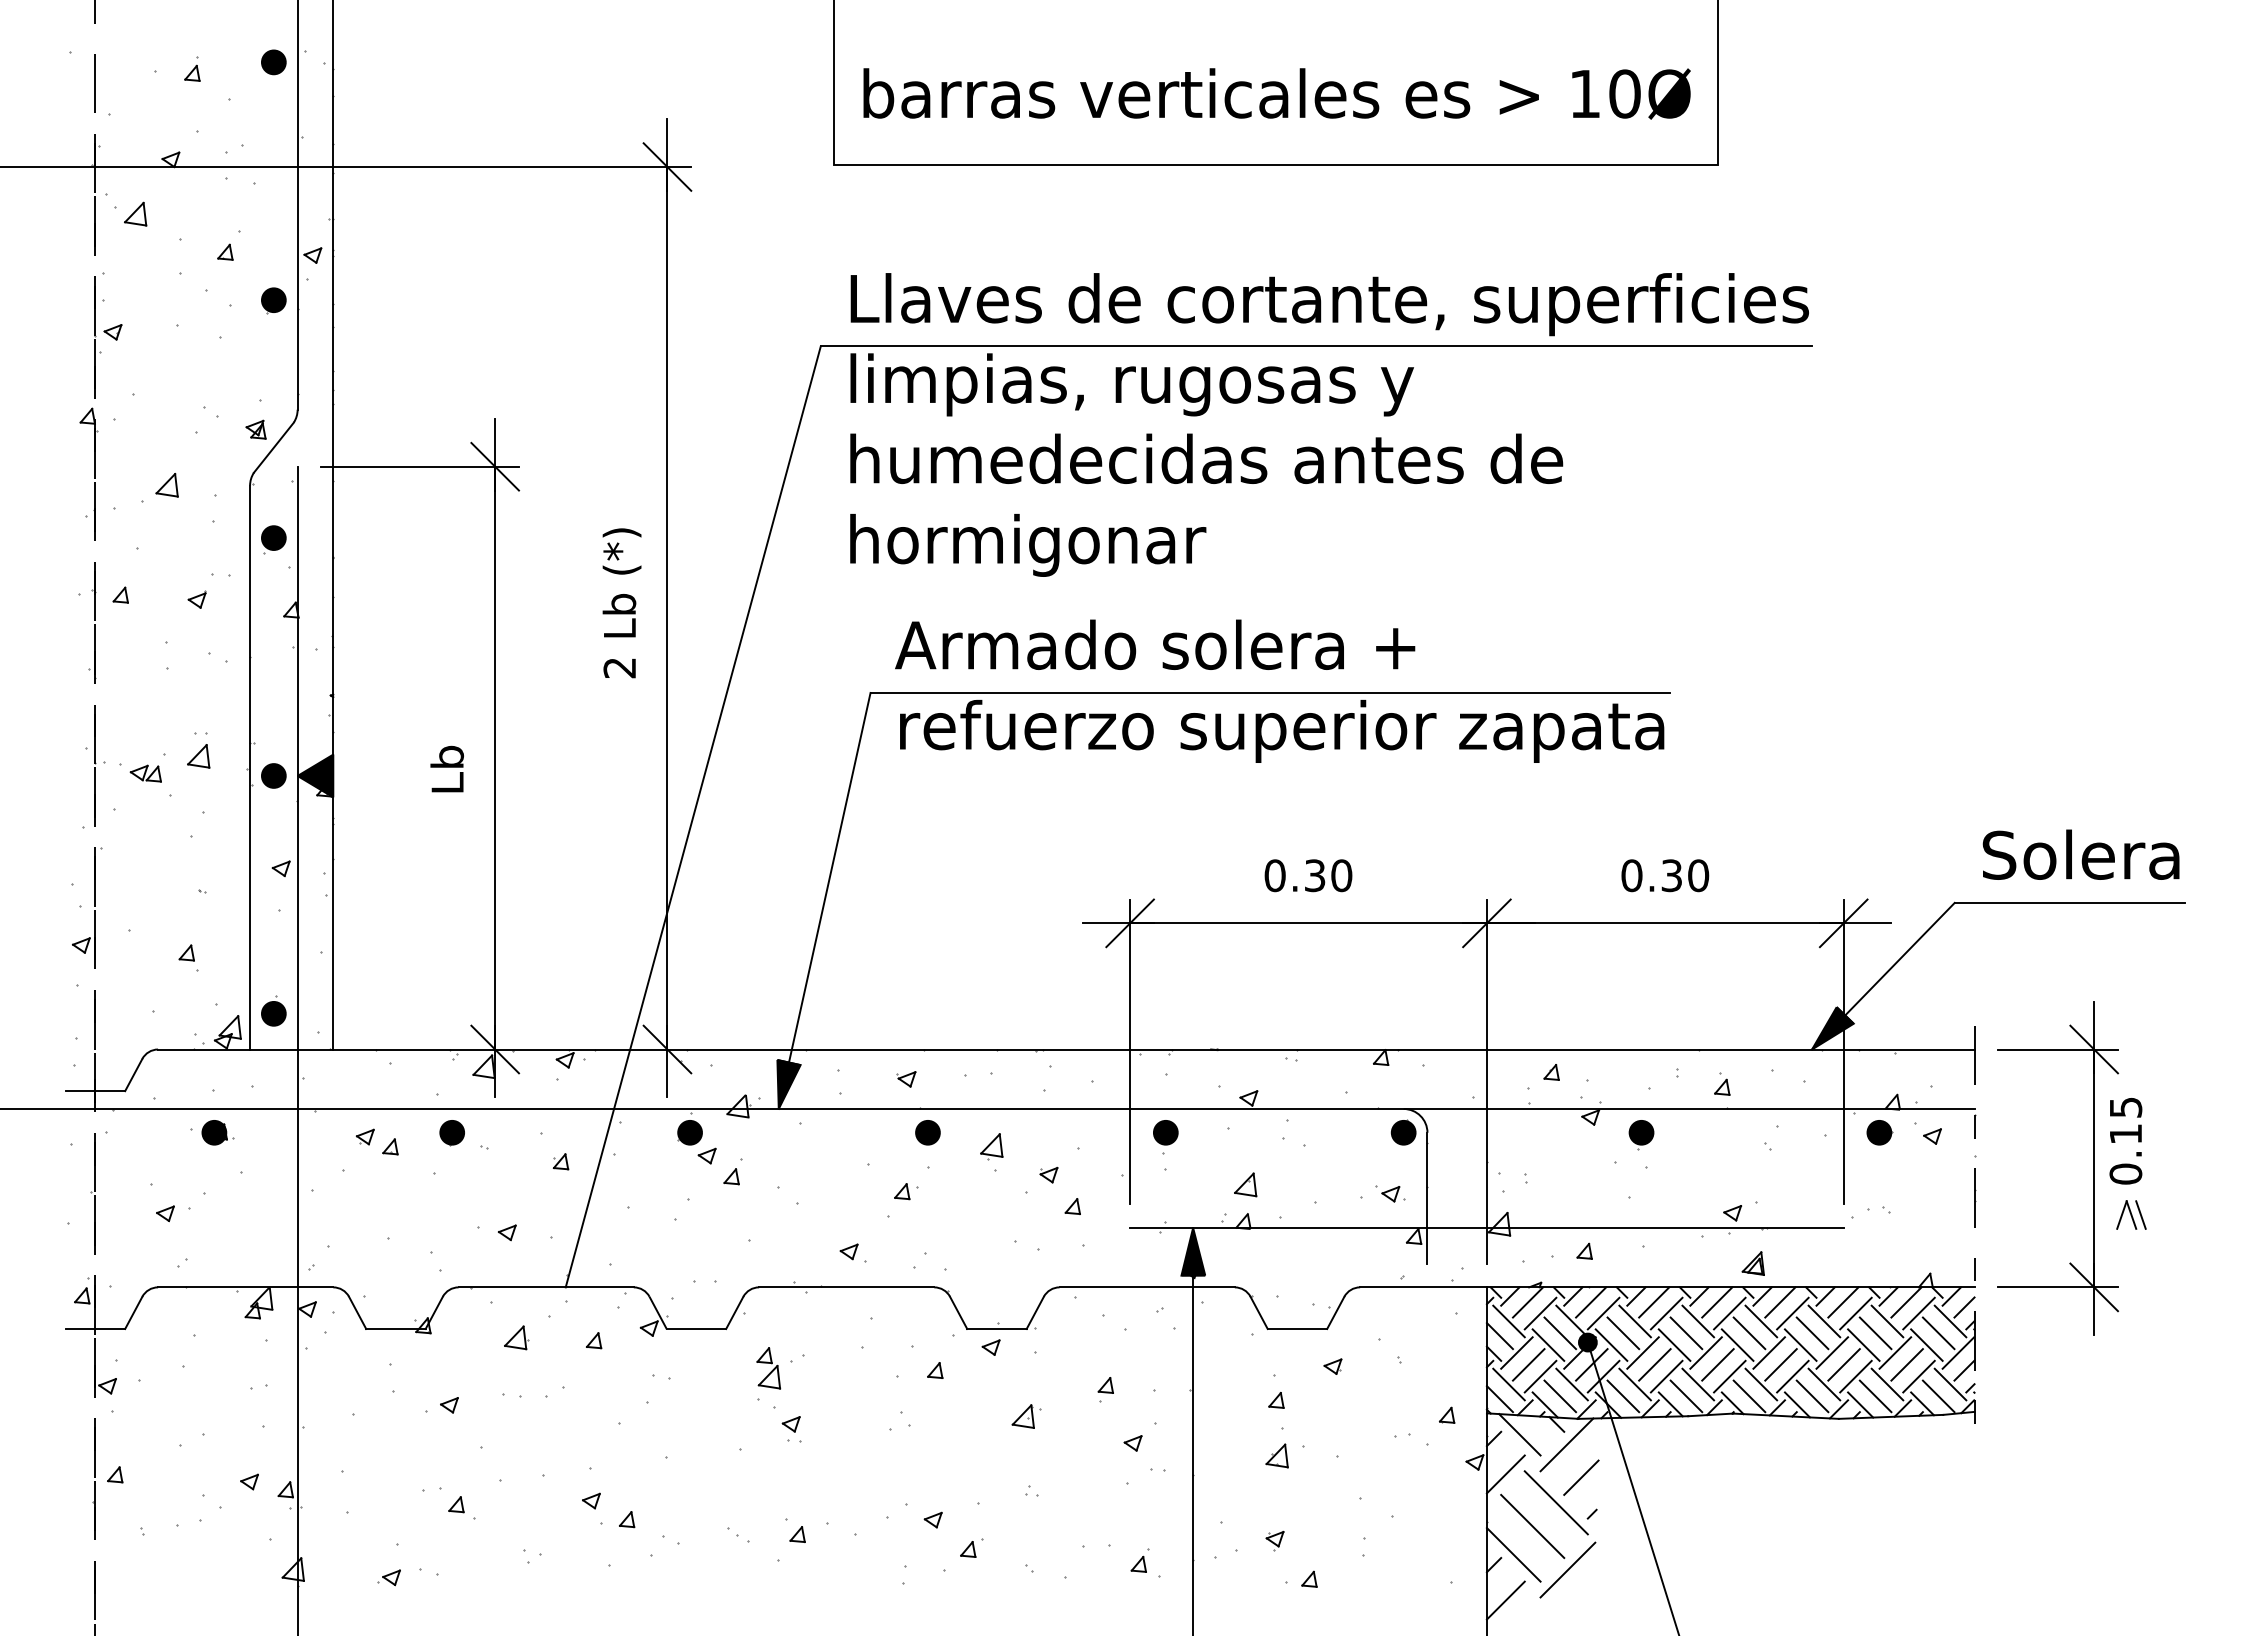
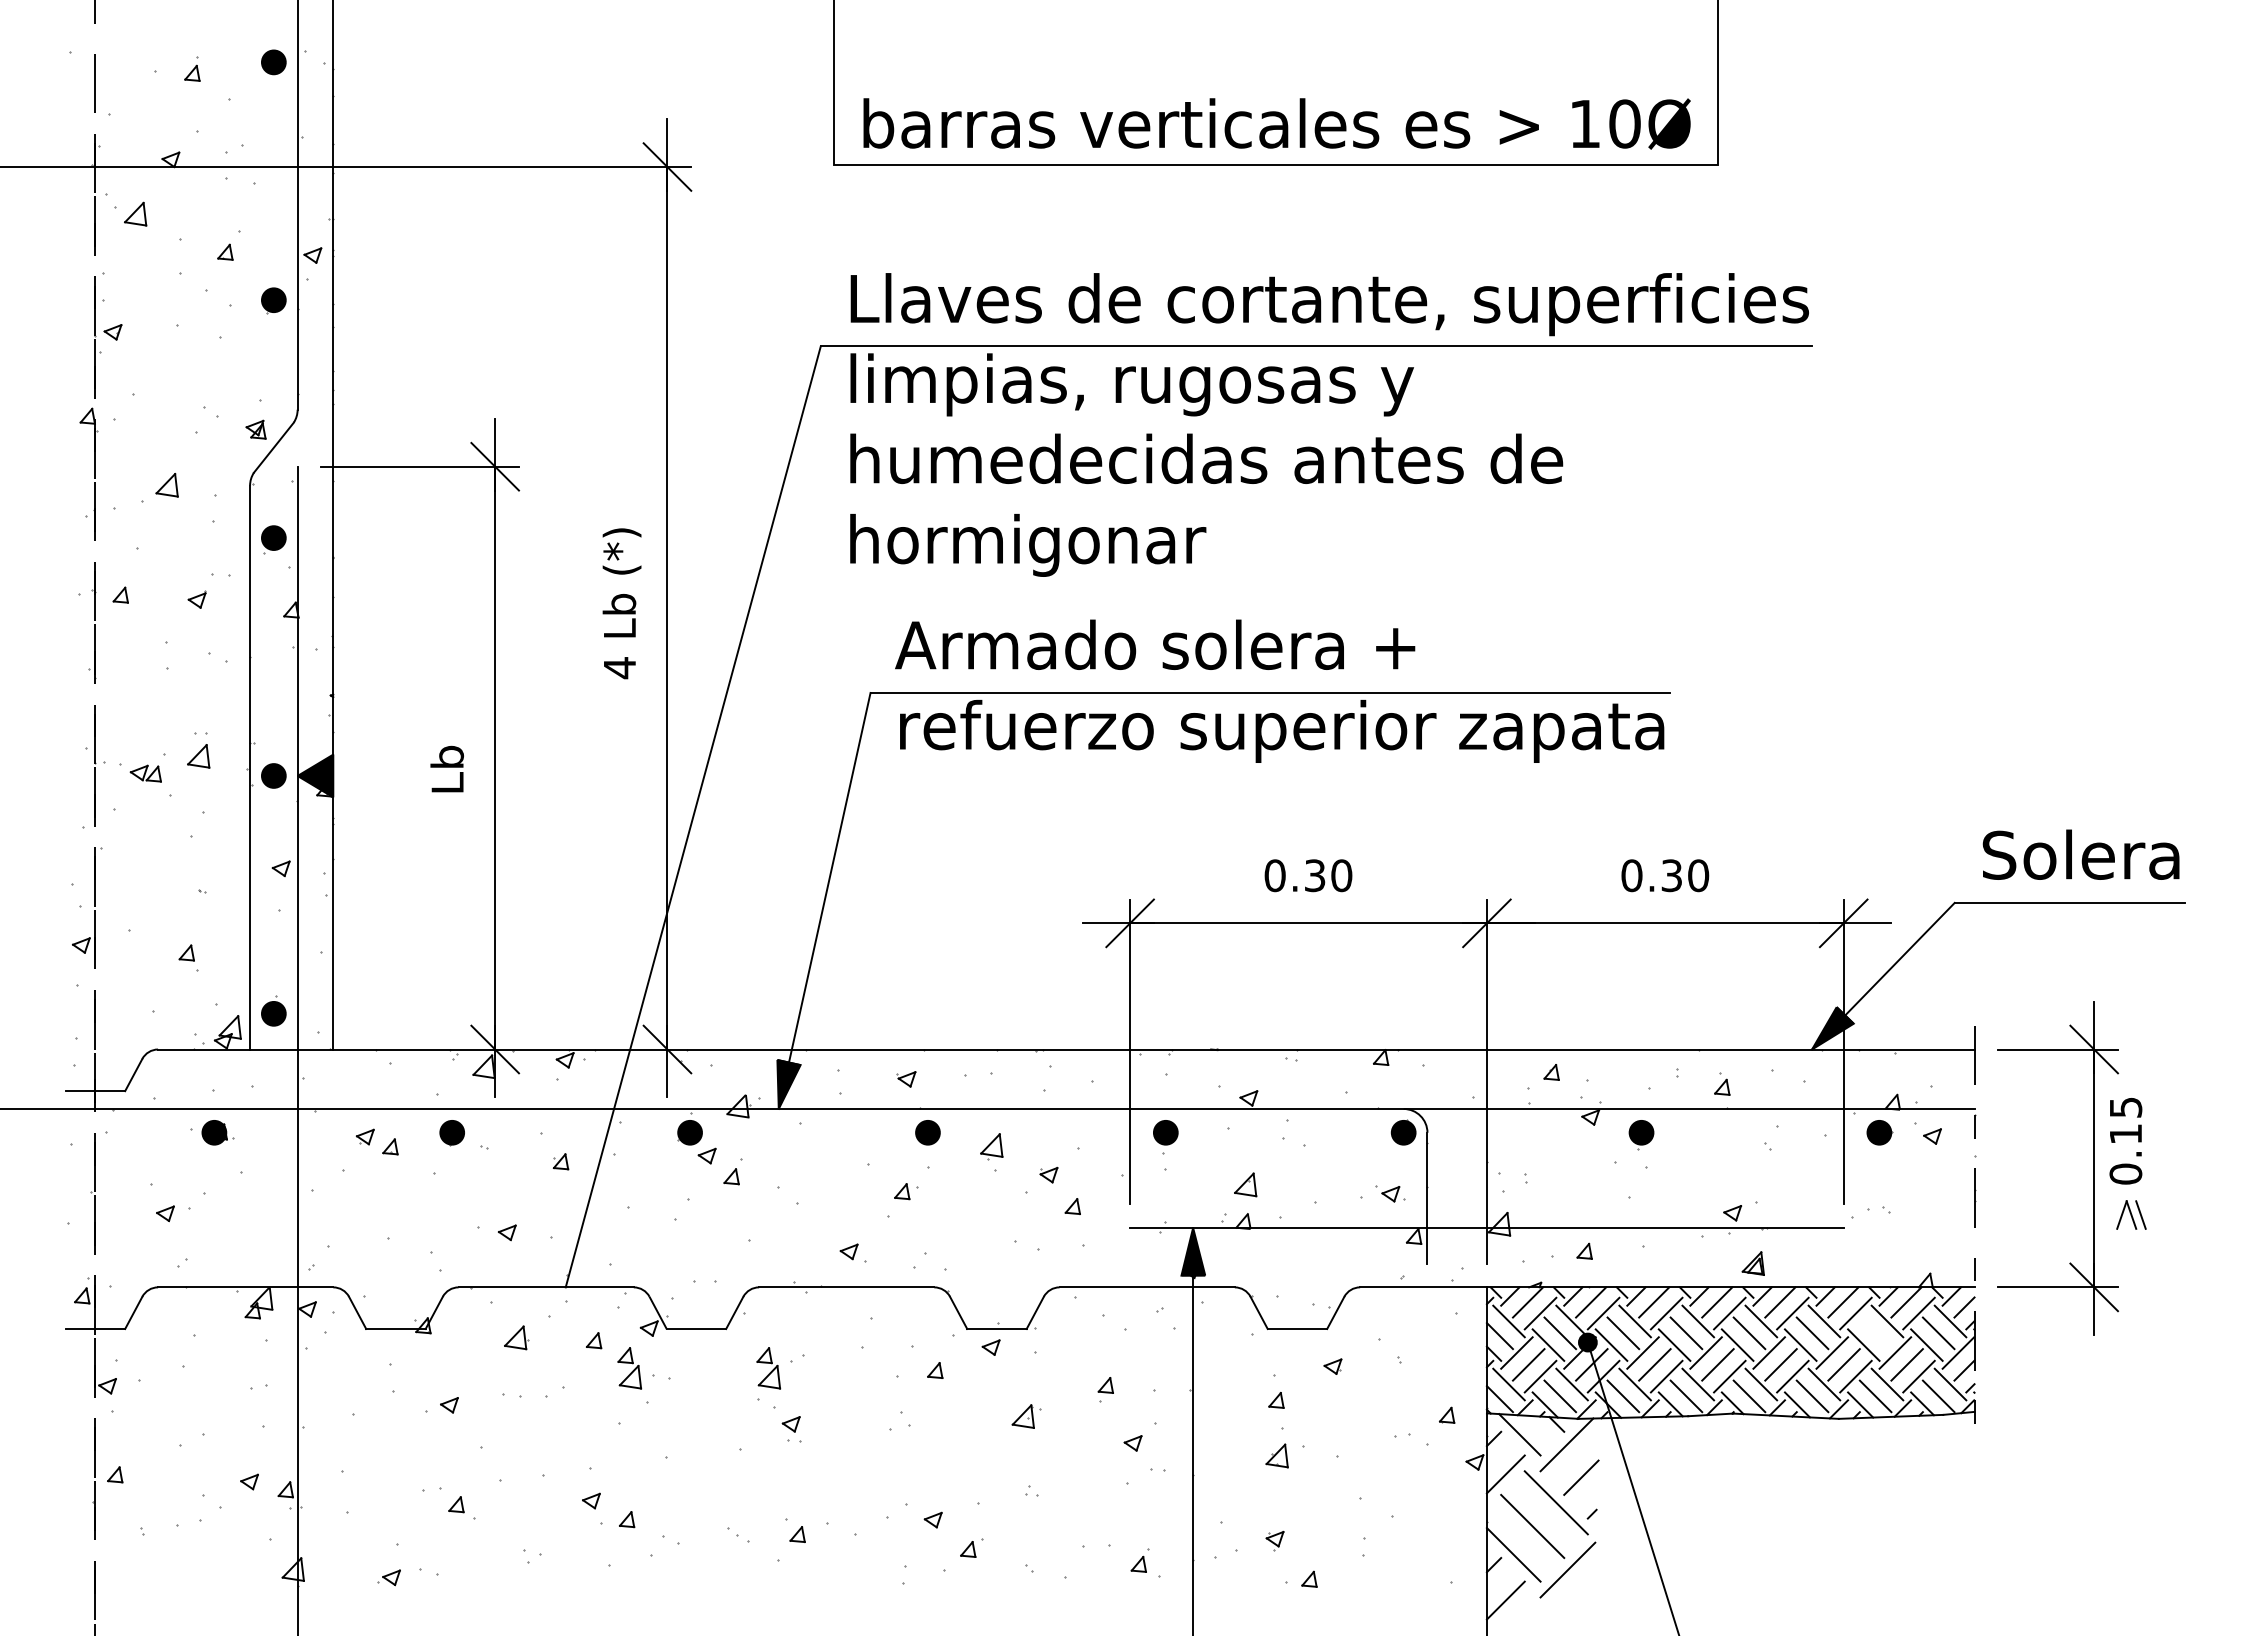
text at (1276, 93) position: (1276, 93) -> (1276, 123)
text at (619, 668): 2 -> 4
line at (1875, 1333): present -> none
part at (629, 1368): none -> present
